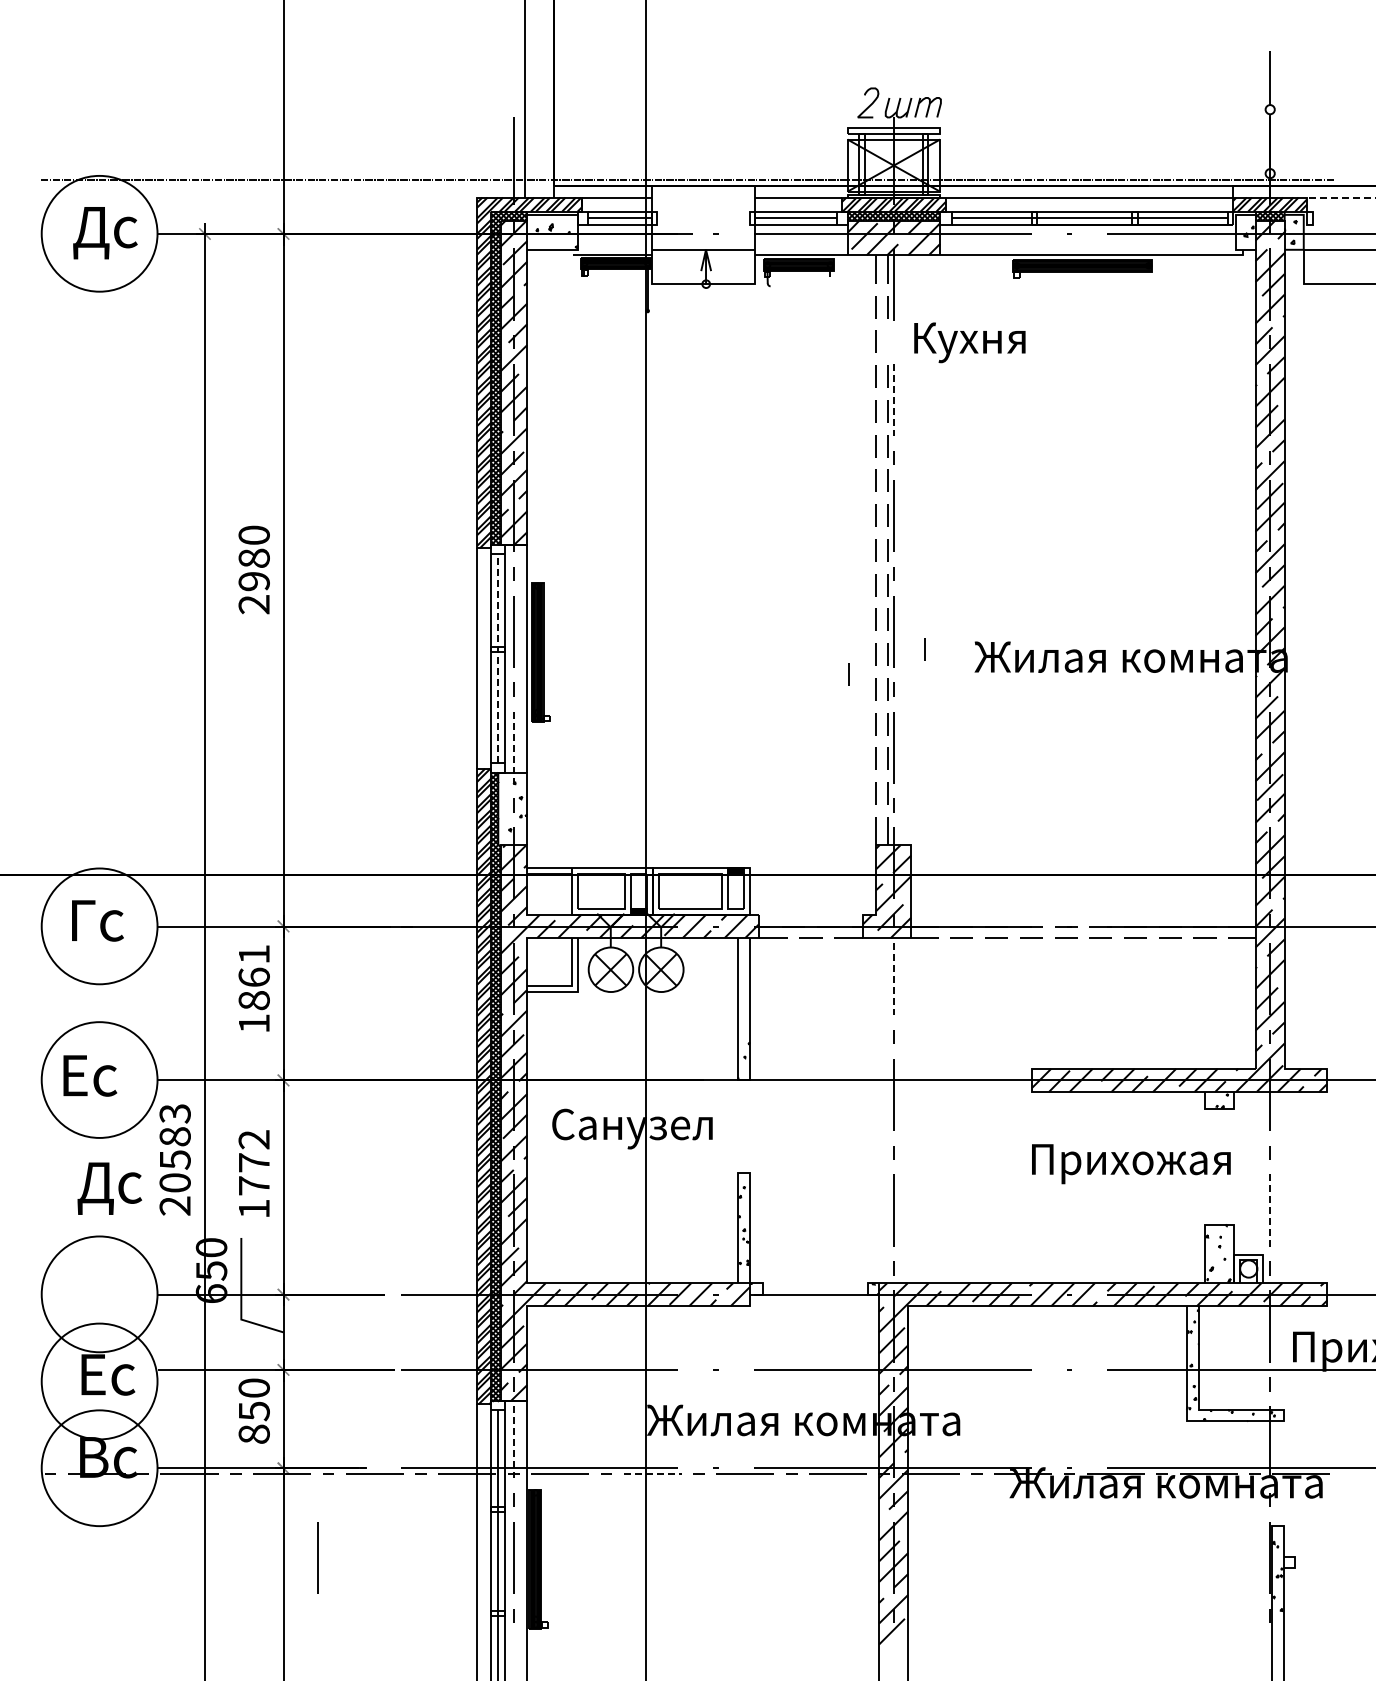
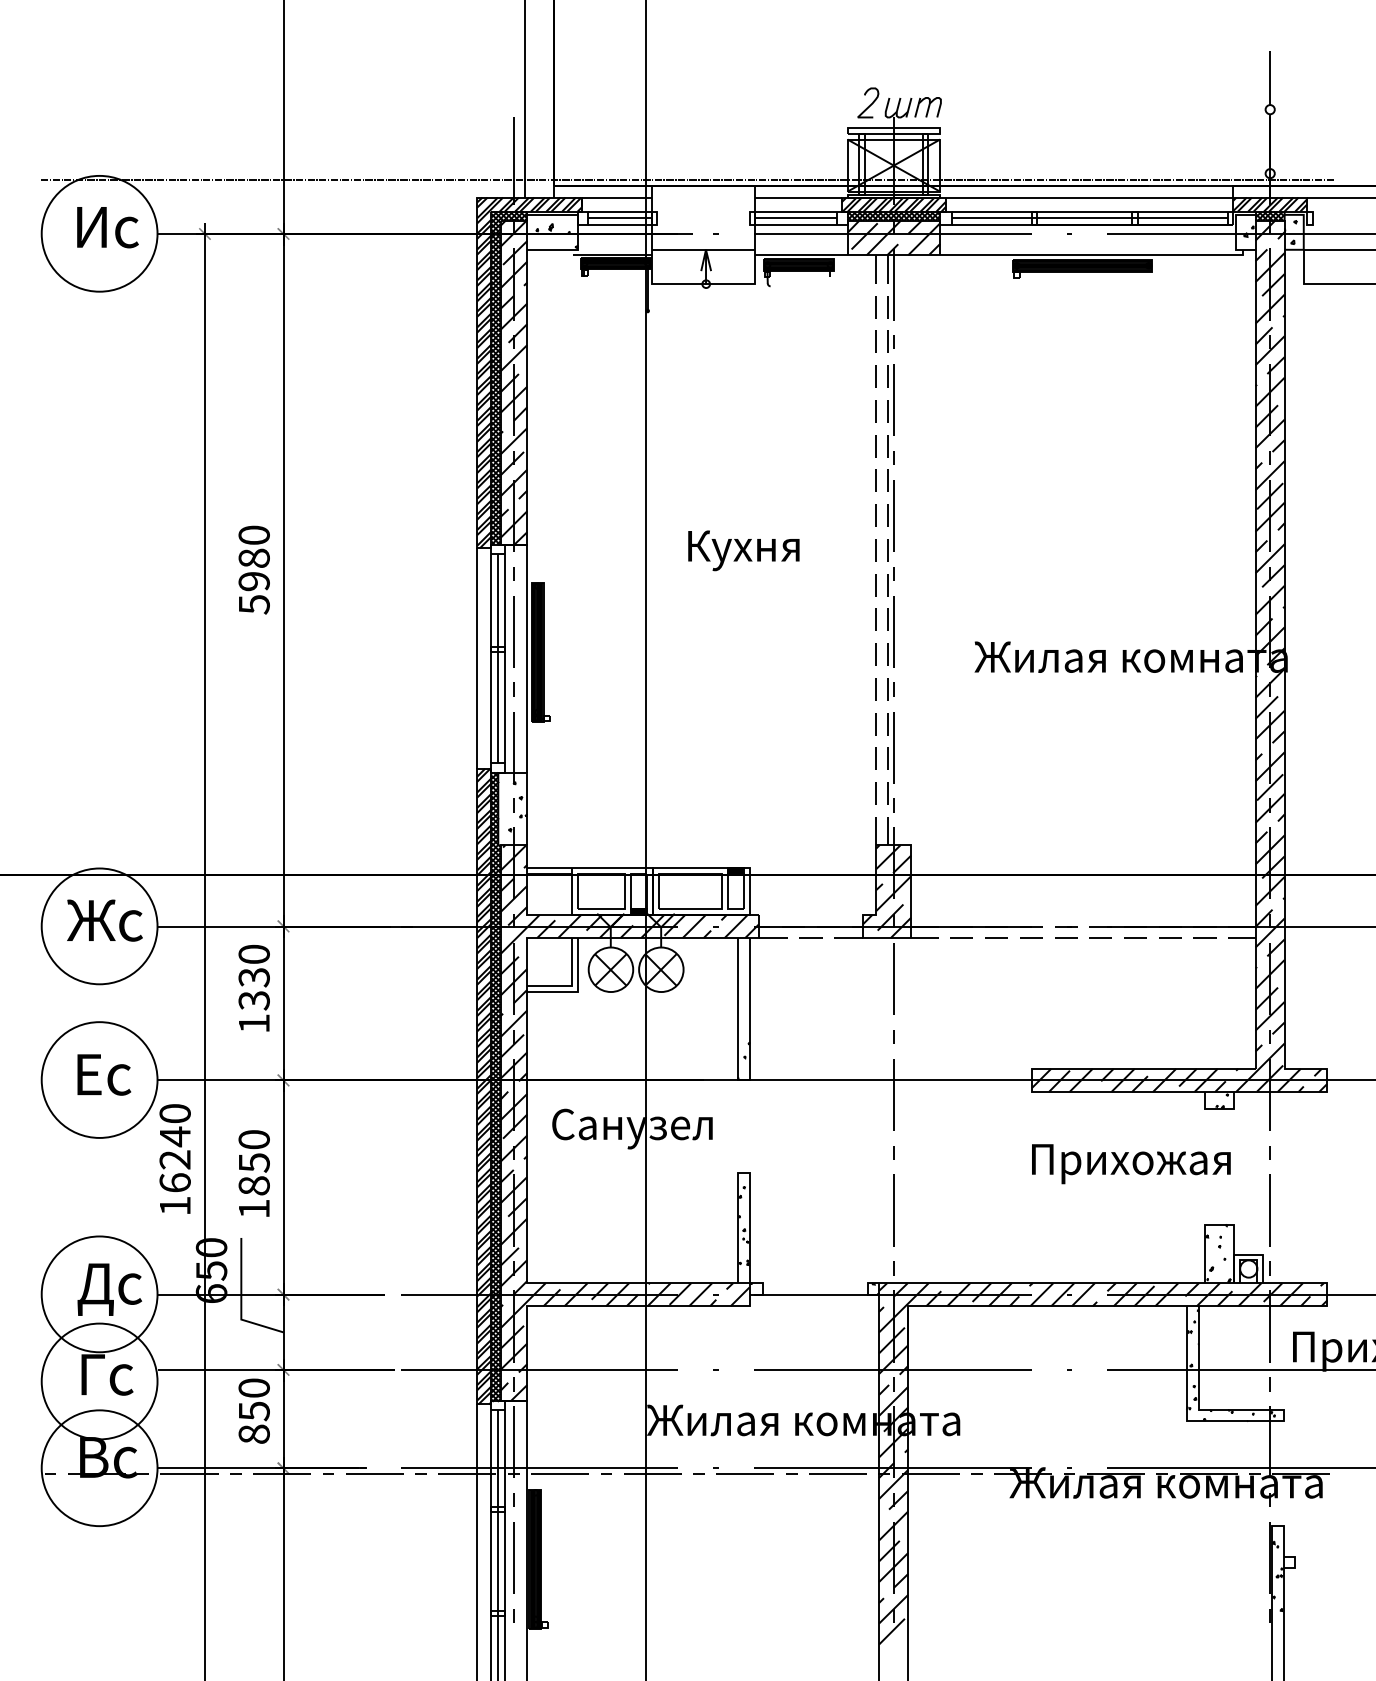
line at (1341, 197): dashed -> solid
text at (105, 233): Дс -> Ис
part at (890, 341): none -> present
text at (969, 342) position: (969, 342) -> (743, 550)
line at (893, 400): dashed -> solid
text at (253, 604): 2980 -> 5980
line at (924, 649): present -> none
line at (498, 658): dashed -> solid
line at (848, 674): present -> none
line at (514, 748): dashed -> solid
text at (104, 920): Гс -> Жс
text at (253, 977): 1861 -> 1330
line at (893, 979): dashed -> solid
text at (90, 1075) position: (90, 1075) -> (104, 1074)
text at (174, 1159): 20583 -> 16240
text at (253, 1162): 1772 -> 1850
text at (109, 1188) position: (109, 1188) -> (109, 1289)
line at (1269, 1211): dashed -> solid
text at (110, 1379): Ес -> Гс
line at (514, 1442): dashed -> solid
line at (653, 1473): dashed -> solid
line at (317, 1557): present -> none
